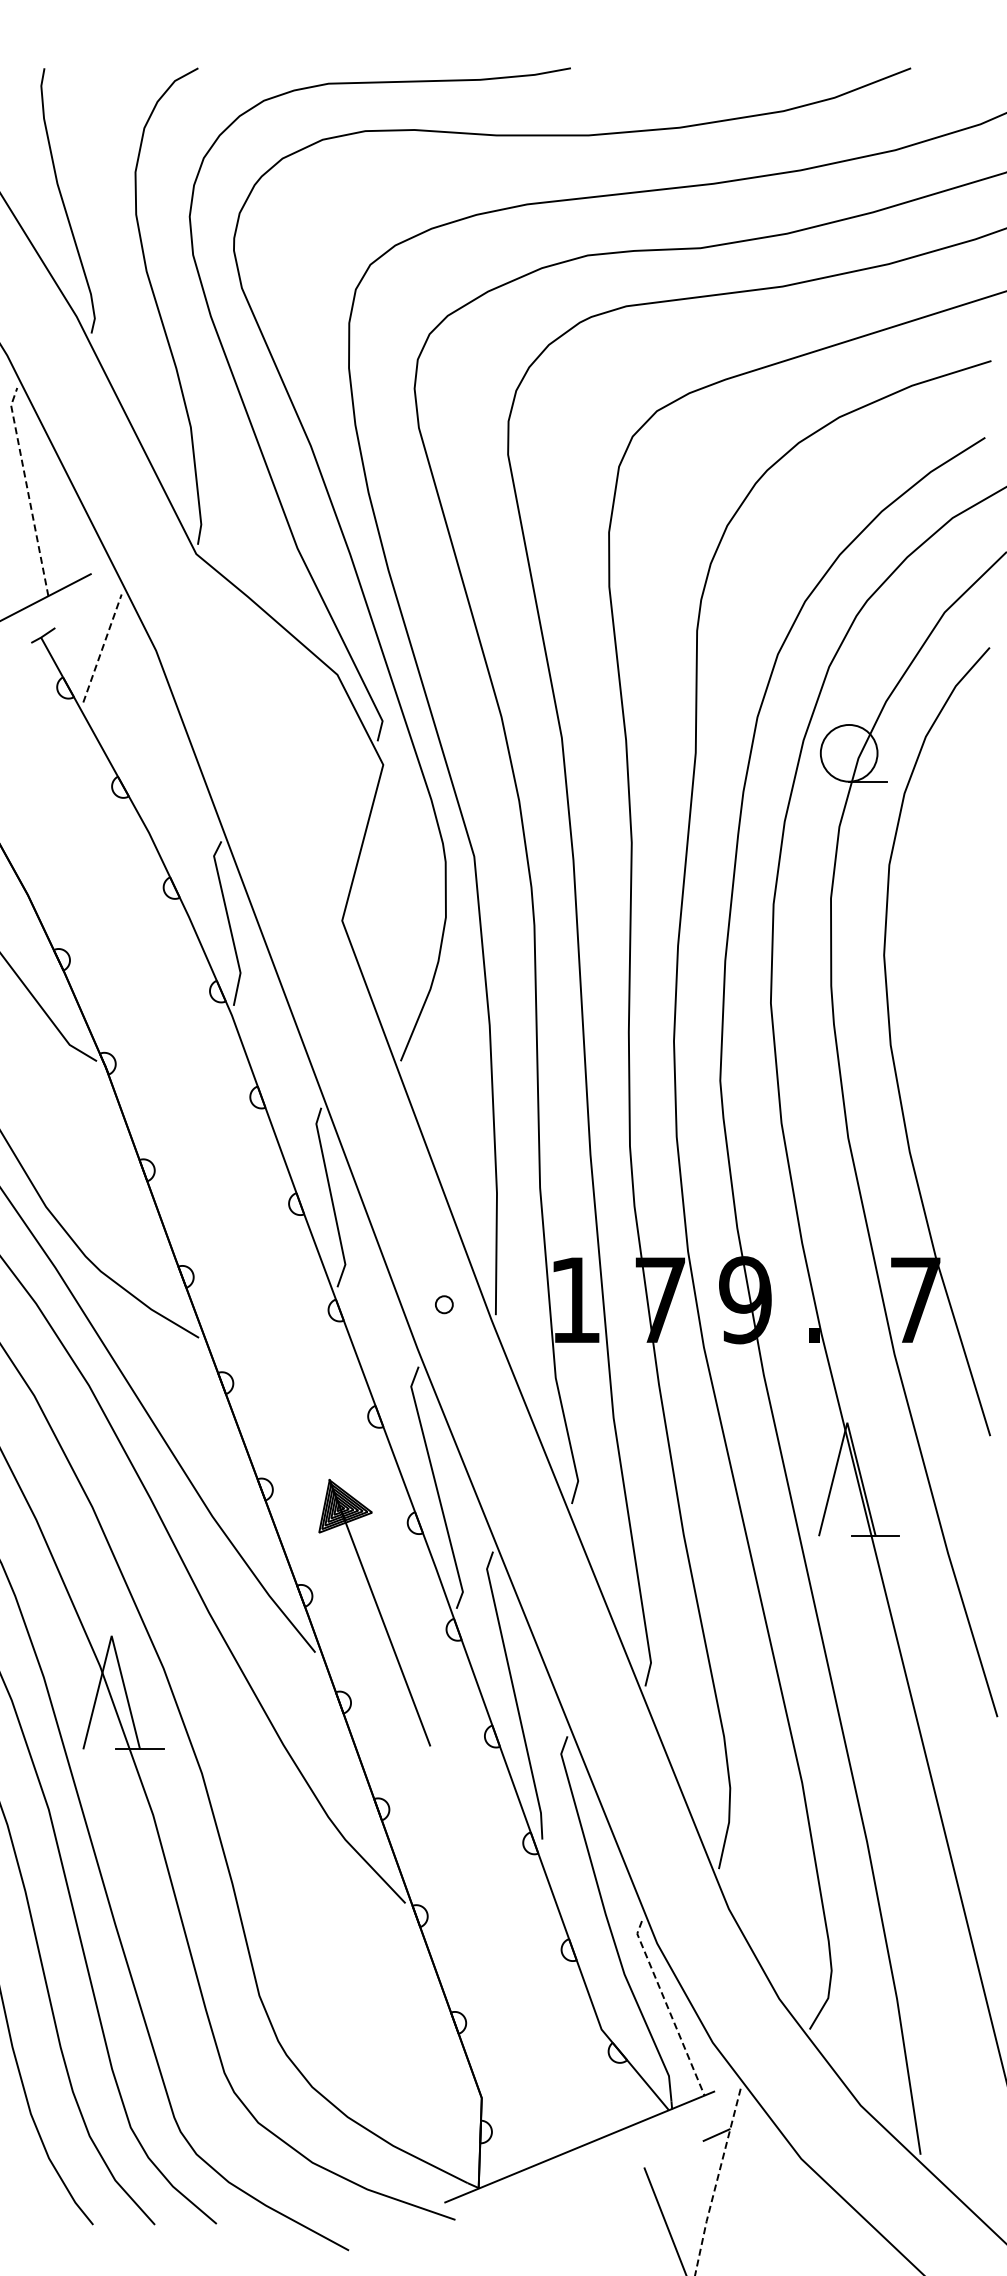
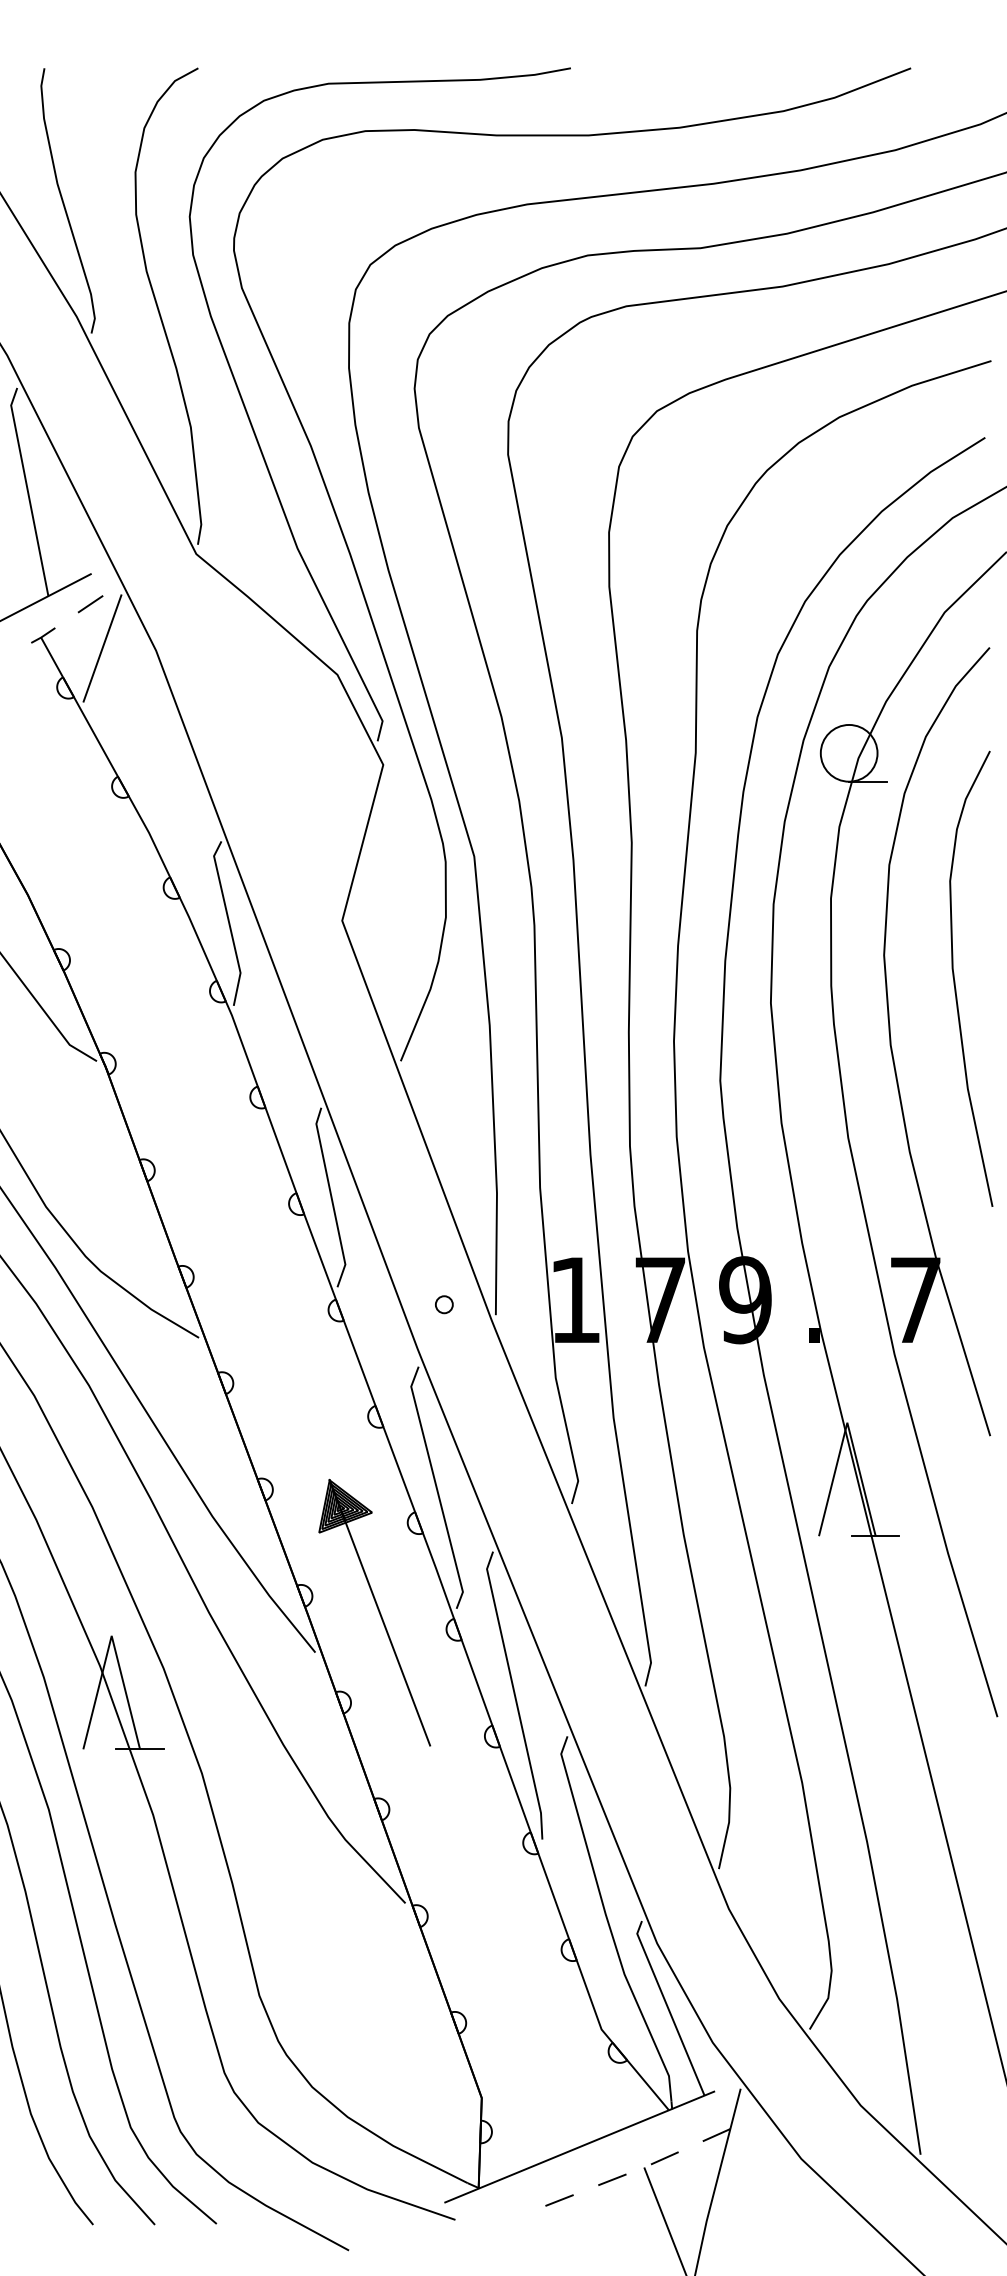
line at (27, 490): dashed -> solid
line at (90, 604): none -> present
line at (102, 648): dashed -> solid
curve at (955, 980): none -> present
line at (668, 2008): dashed -> solid
line at (664, 2158): none -> present
line at (612, 2179): none -> present
line at (716, 2182): dashed -> solid
line at (559, 2200): none -> present
